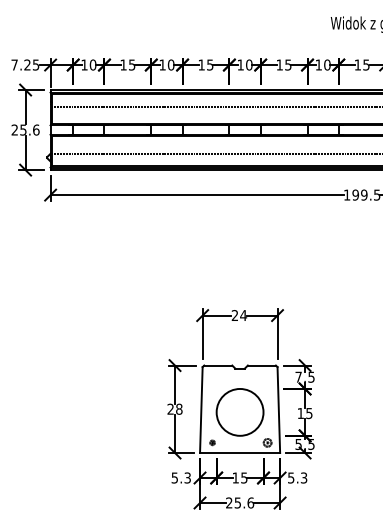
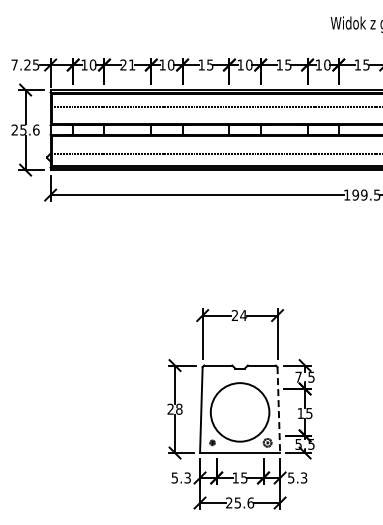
text at (127, 64): 15 -> 21
line at (278, 410): solid -> dashed
circle at (239, 411) diameter: 47 px -> 59 px
